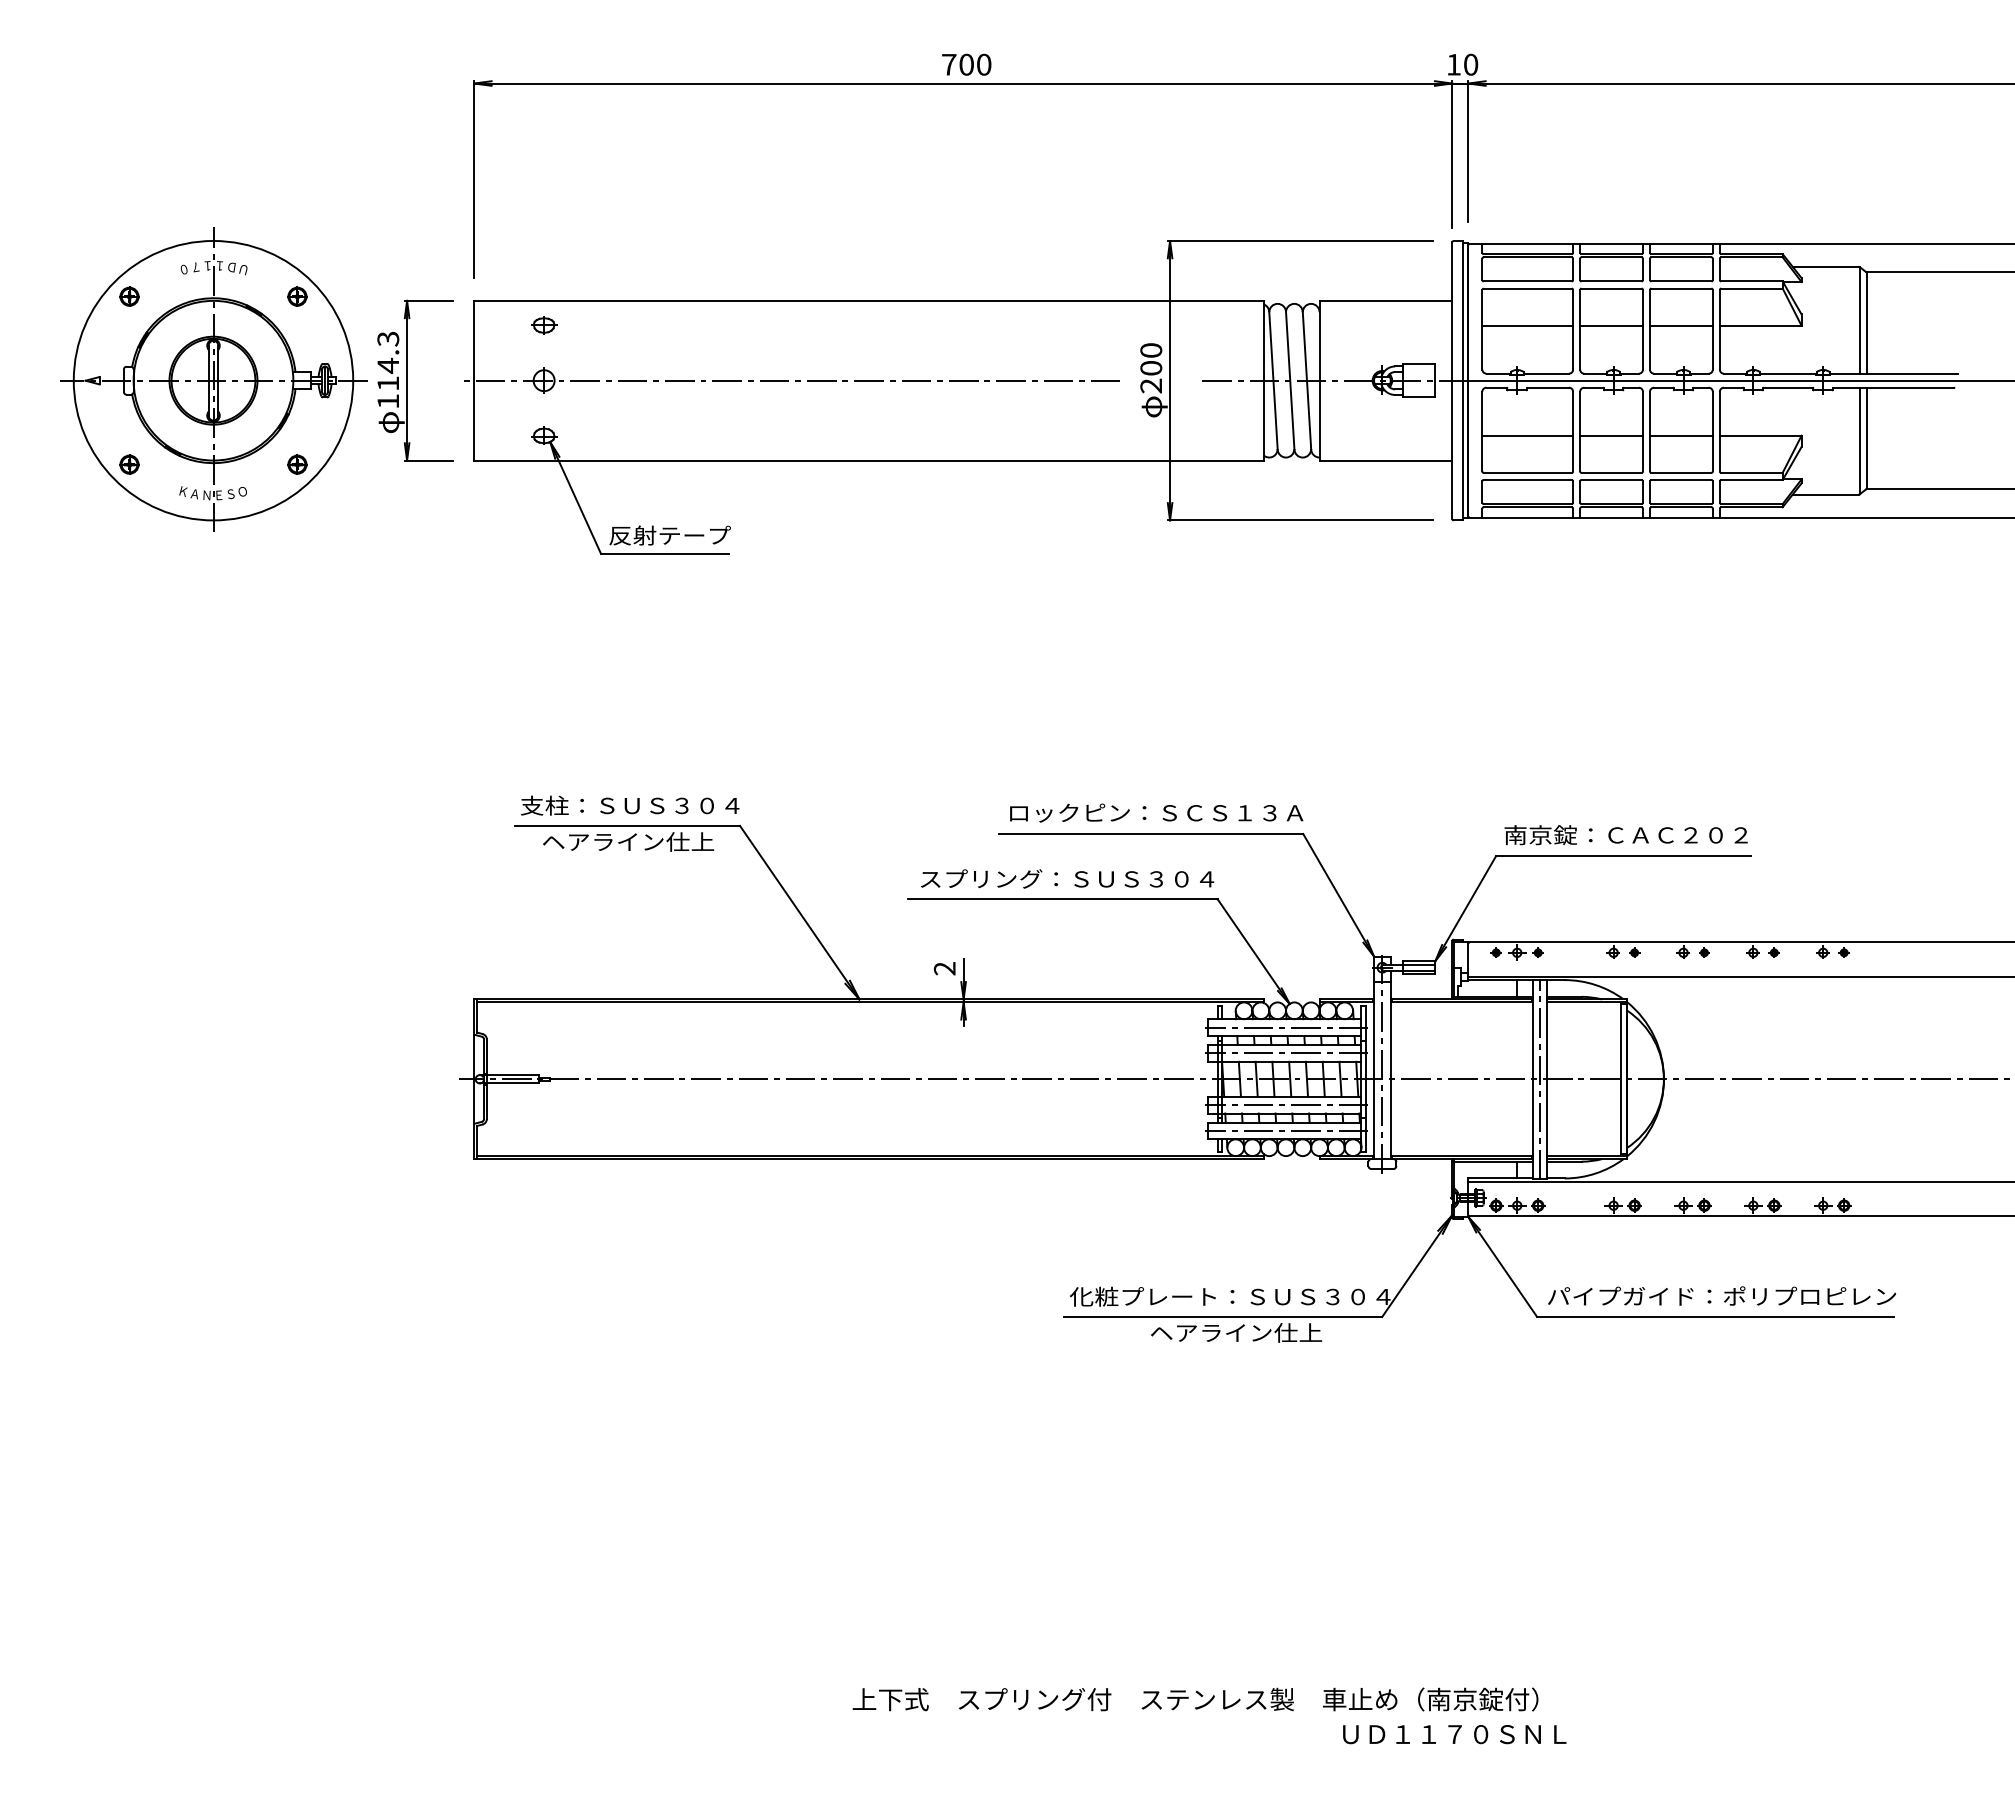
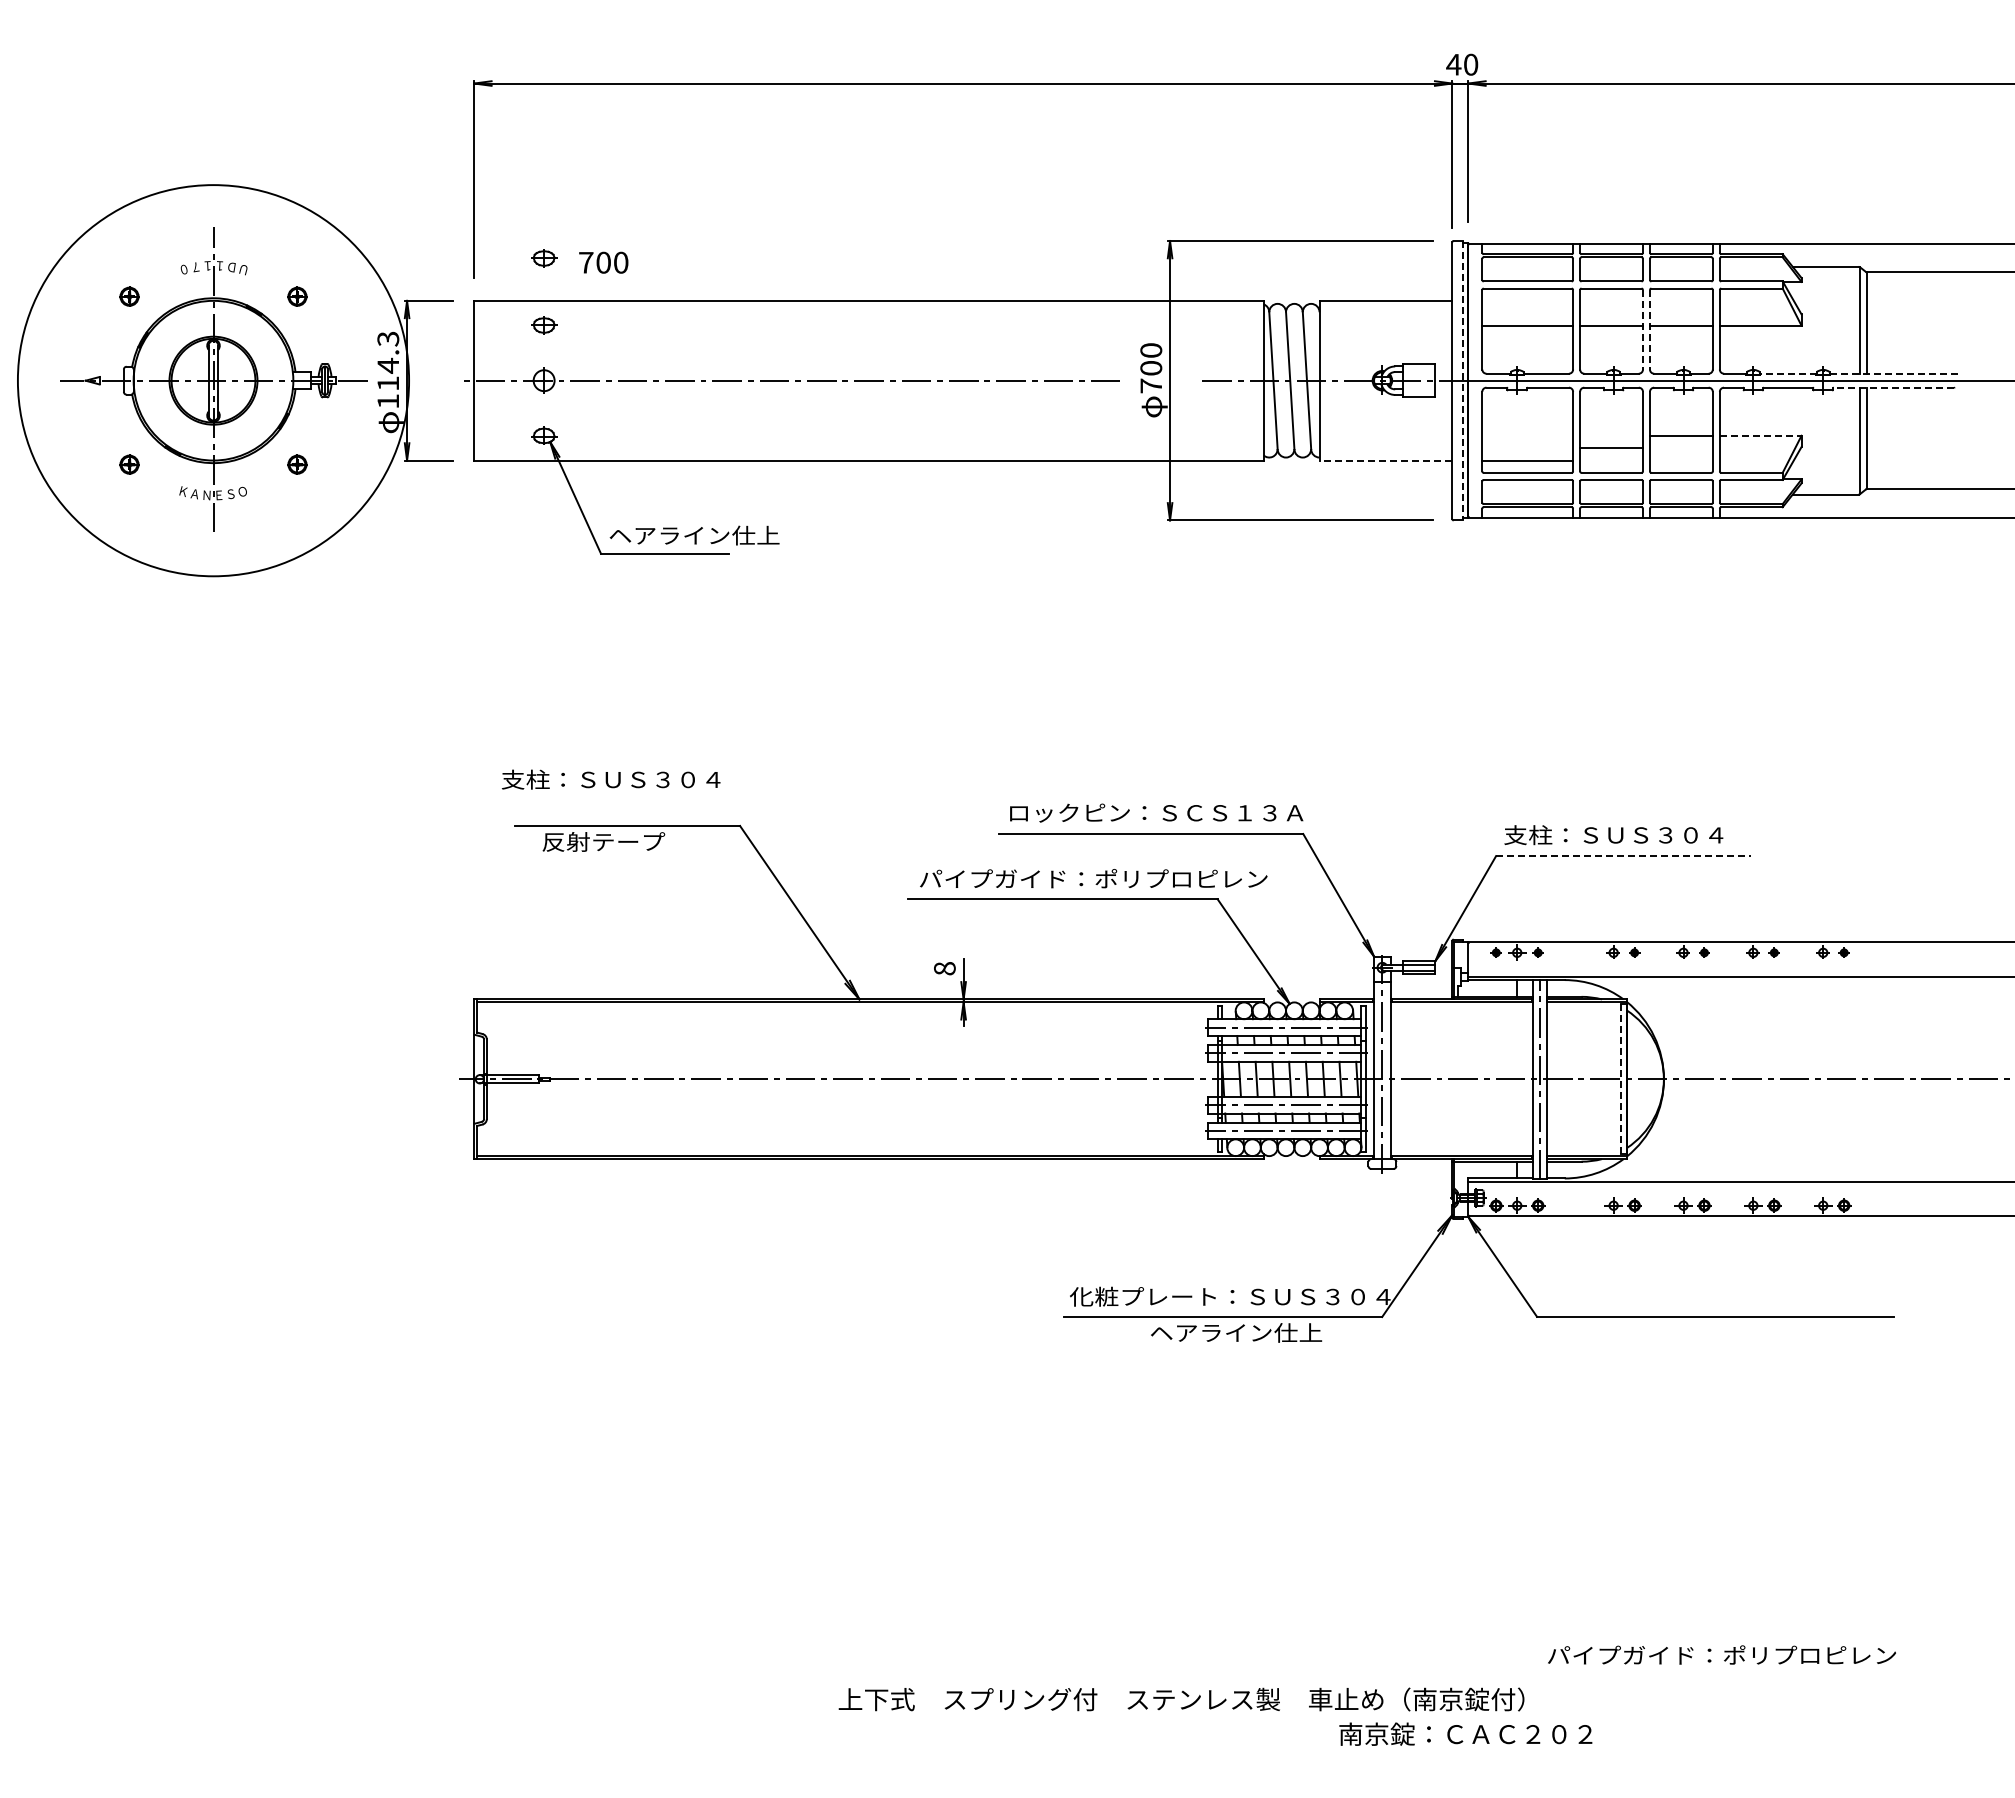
text at (966, 64) position: (966, 64) -> (603, 262)
text at (1453, 64): 10 -> 40
part at (544, 258): none -> present
line at (1642, 329): solid -> dashed
line at (1649, 329): solid -> dashed
line at (1787, 373): solid -> dashed
line at (1893, 373): solid -> dashed
circle at (213, 380) diameter: 279 px -> 391 px
line at (1463, 380): solid -> dashed
text at (1150, 385): 200 -> 700
line at (1893, 387): solid -> dashed
line at (1527, 435) position: (1527, 435) -> (1527, 460)
line at (1611, 435) position: (1611, 435) -> (1611, 447)
line at (1760, 435): solid -> dashed
line at (1385, 460): solid -> dashed
text at (694, 535): 反射テープ -> ヘアライン仕上
text at (630, 805) position: (630, 805) -> (611, 779)
text at (1625, 835): 南京錠：ＣＡＣ２０２ -> 支柱：ＳＵＳ３０４
text at (628, 841): ヘアライン仕上 -> 反射テープ
line at (1624, 856): solid -> dashed
text at (1093, 878): スプリング：ＳＵＳ３０４ -> パイプガイド：ポリプロピレン
text at (944, 968): 2 -> 8
line at (1621, 1079): solid -> dashed
text at (1721, 1295) position: (1721, 1295) -> (1721, 1654)
text at (1195, 1699) position: (1195, 1699) -> (1181, 1699)
text at (1465, 1733): ＵＤ１１７０ＳＮＬ -> 南京錠：ＣＡＣ２０２
